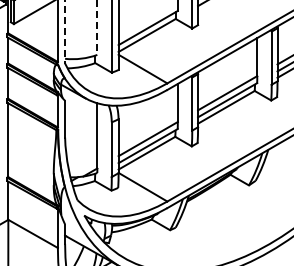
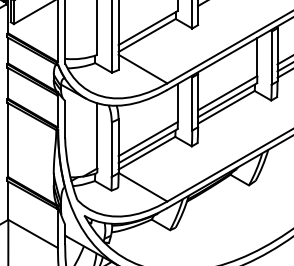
line at (97, 28): dashed -> solid
line at (65, 32): dashed -> solid
